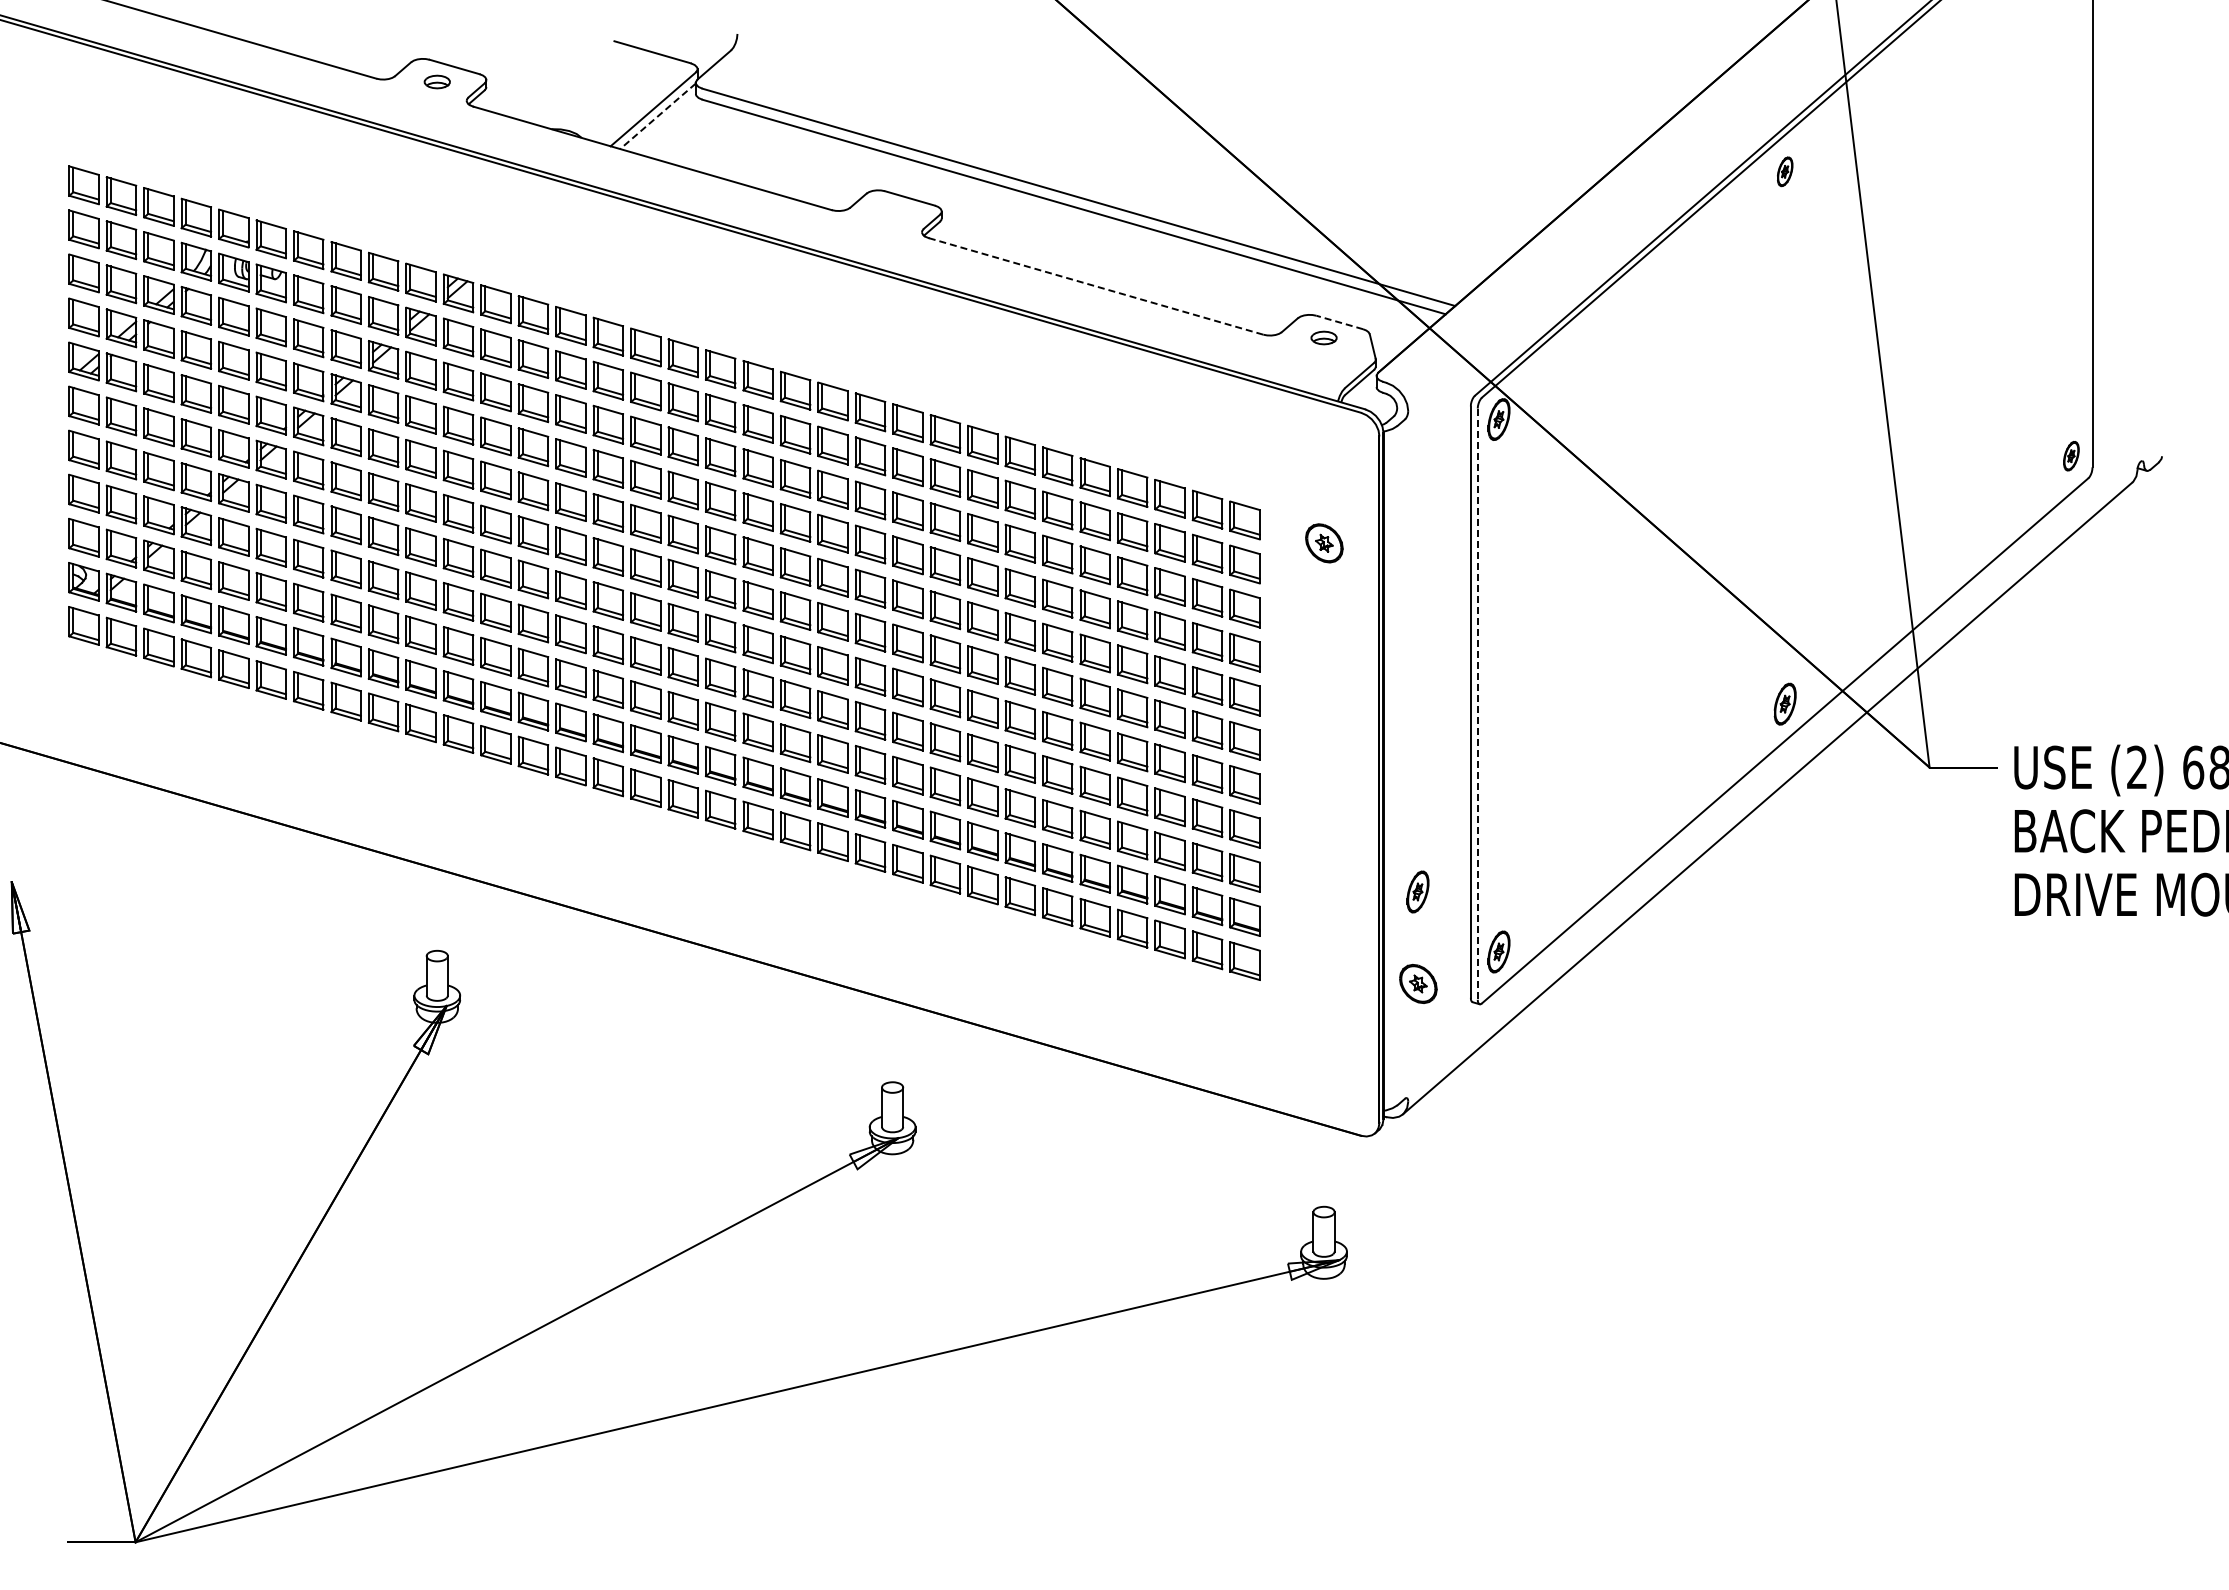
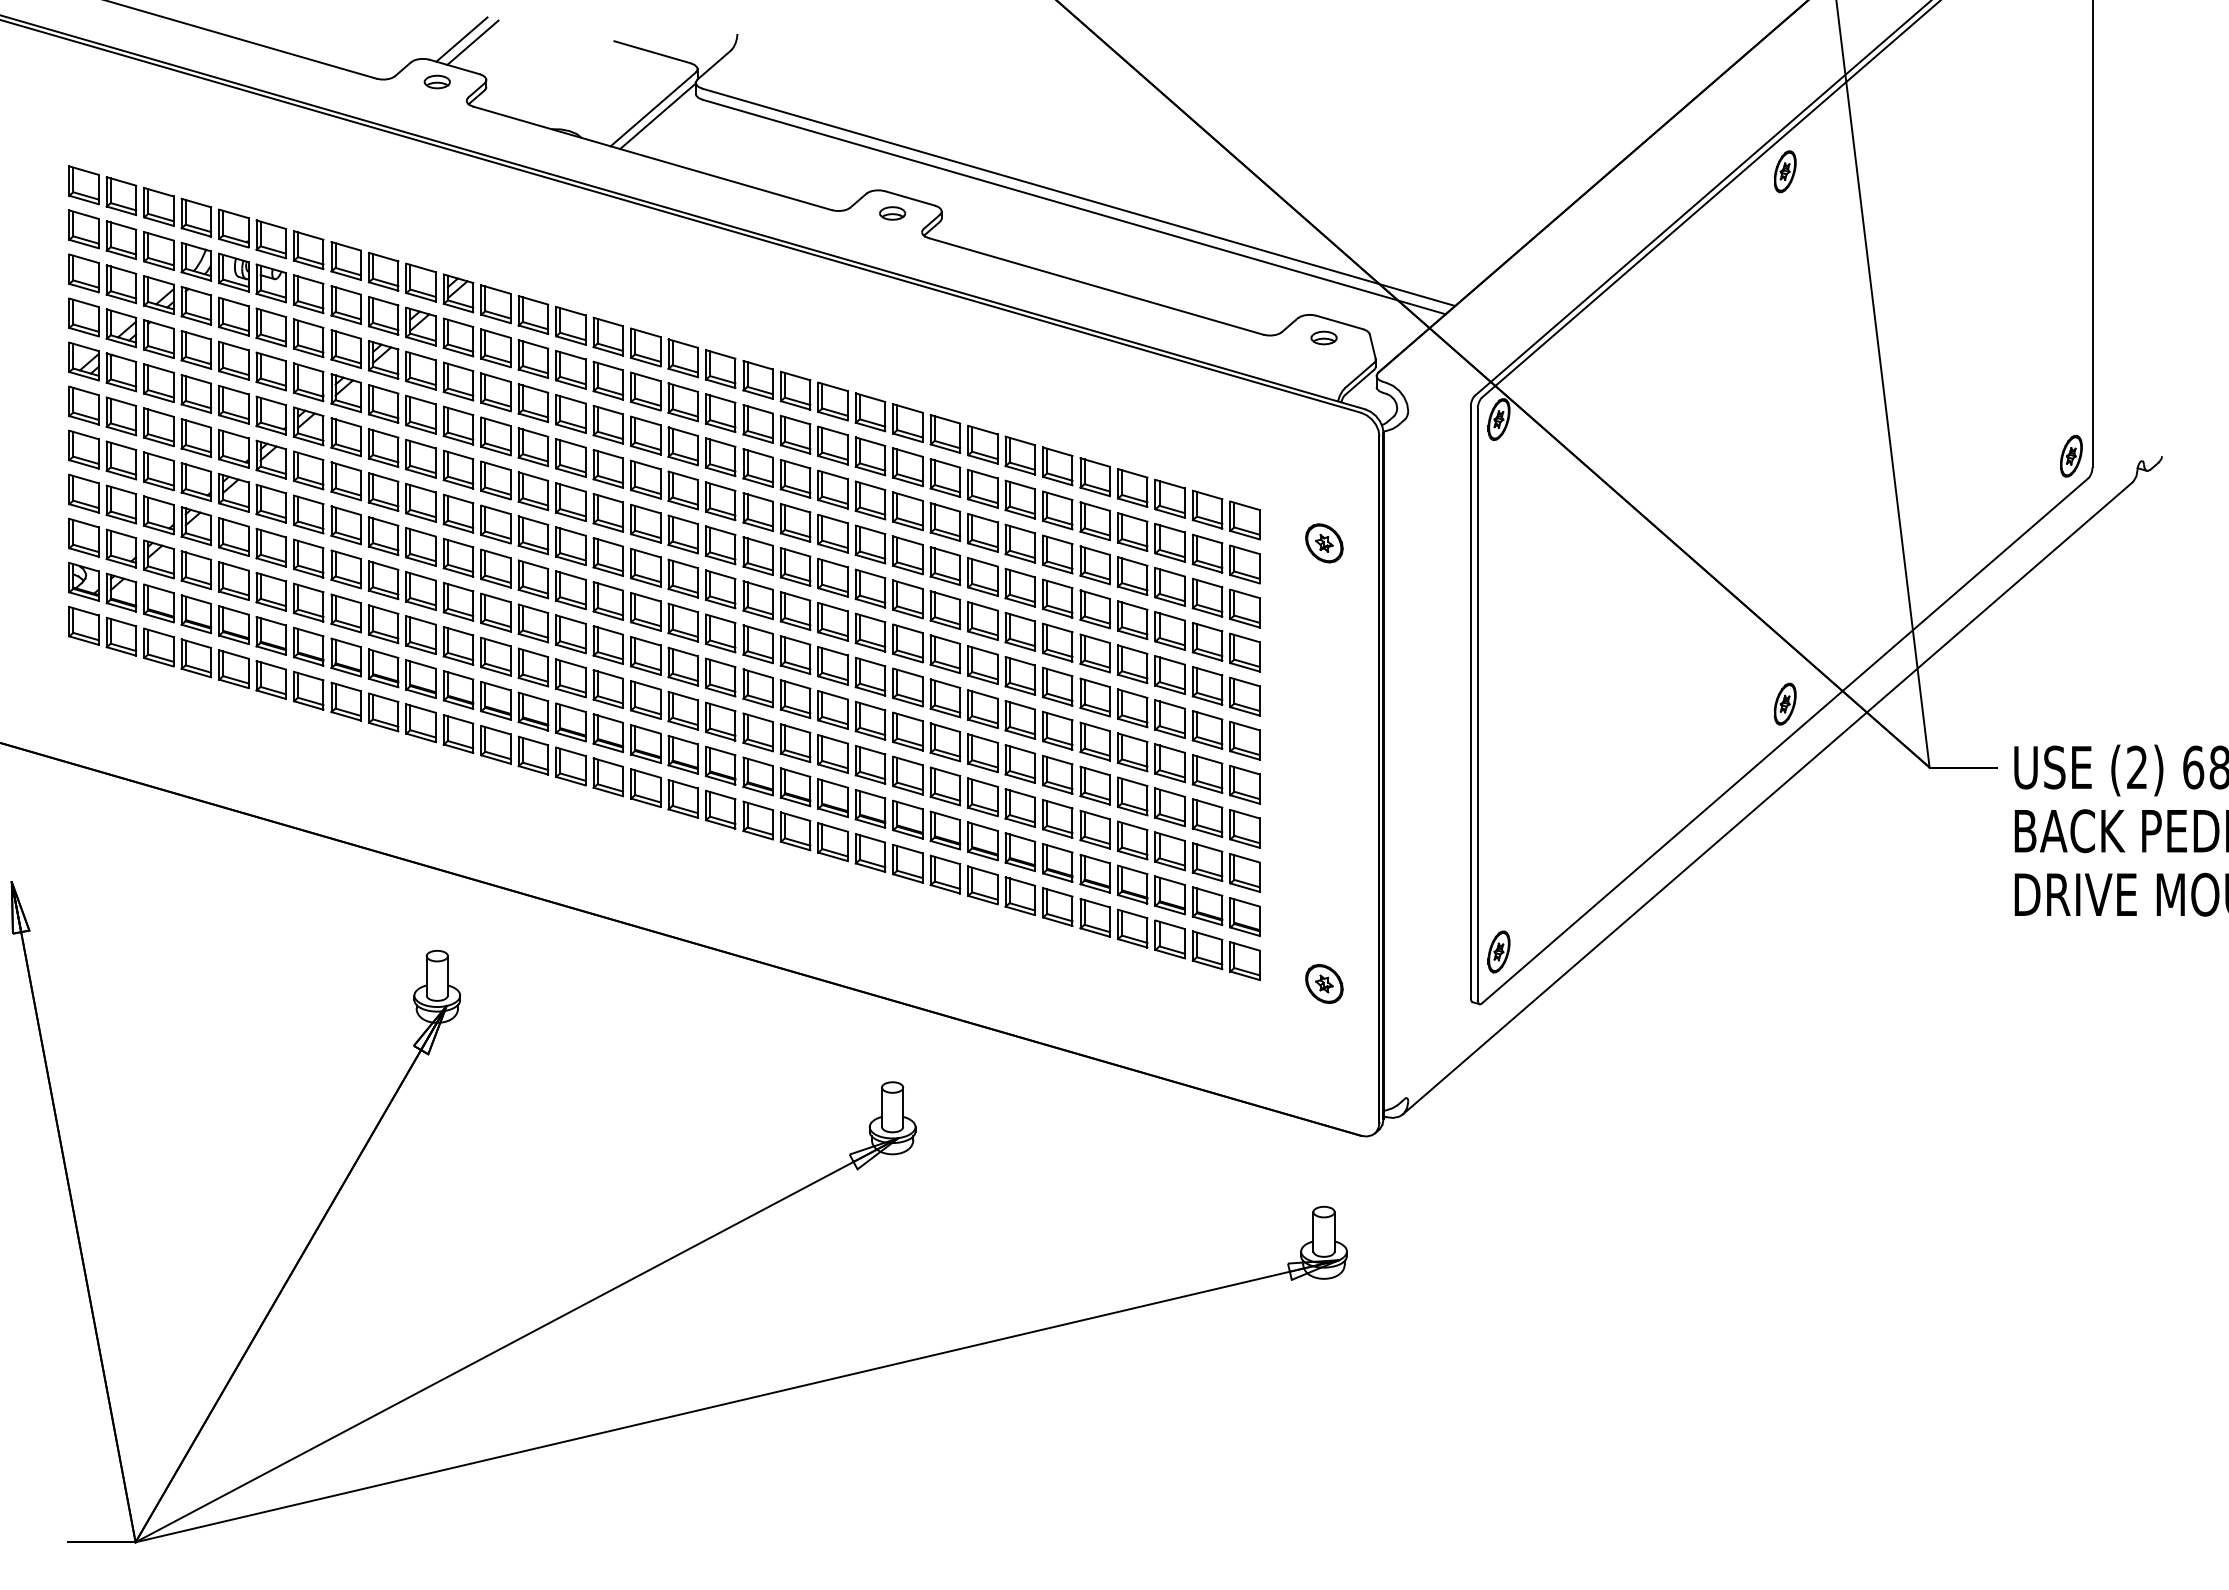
line at (461, 39): none -> present
line at (472, 42): none -> present
line at (658, 116): dashed -> solid
part at (1785, 171) size: 17x32 px -> 24x44 px
part at (892, 213): none -> present
line at (1096, 286): dashed -> solid
line at (1339, 322): dashed -> solid
part at (2071, 456) size: 17x31 px -> 23x44 px
line at (1477, 704): dashed -> solid
part at (1417, 891): present -> none
part at (1418, 983) position: (1418, 983) -> (1324, 983)
